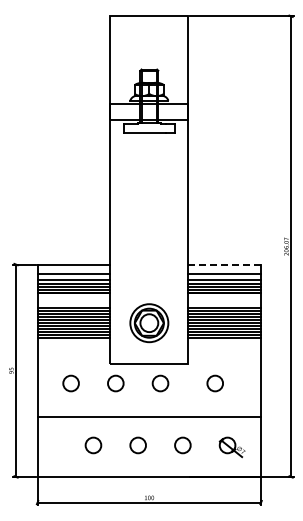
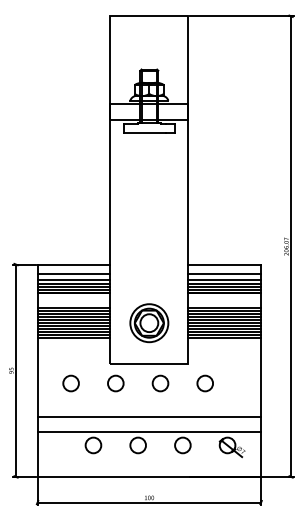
line at (224, 264): dashed -> solid
circle at (214, 383) position: (214, 383) -> (204, 383)
line at (149, 432): none -> present
